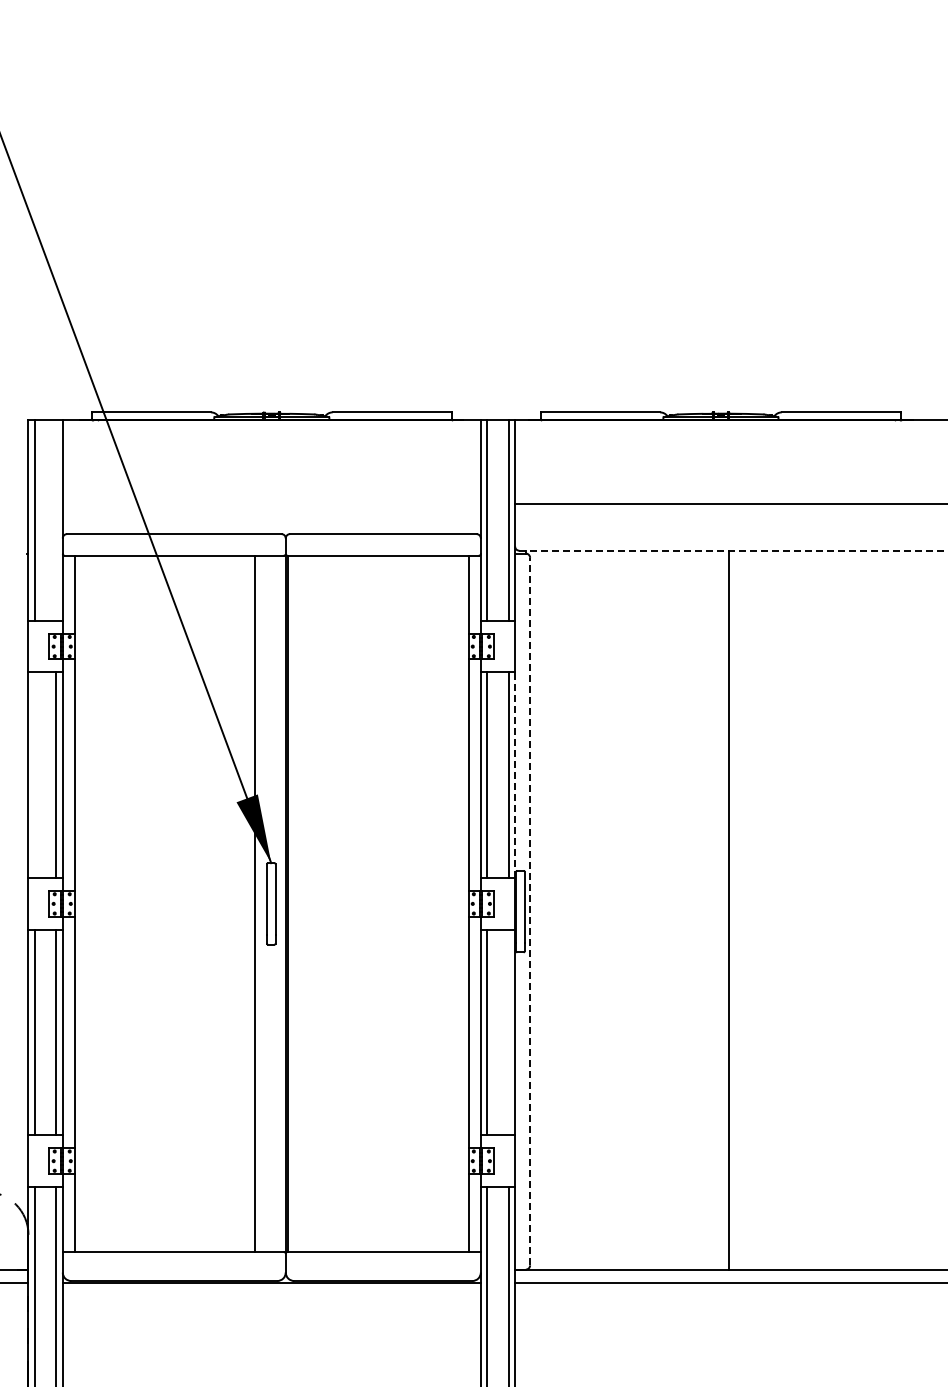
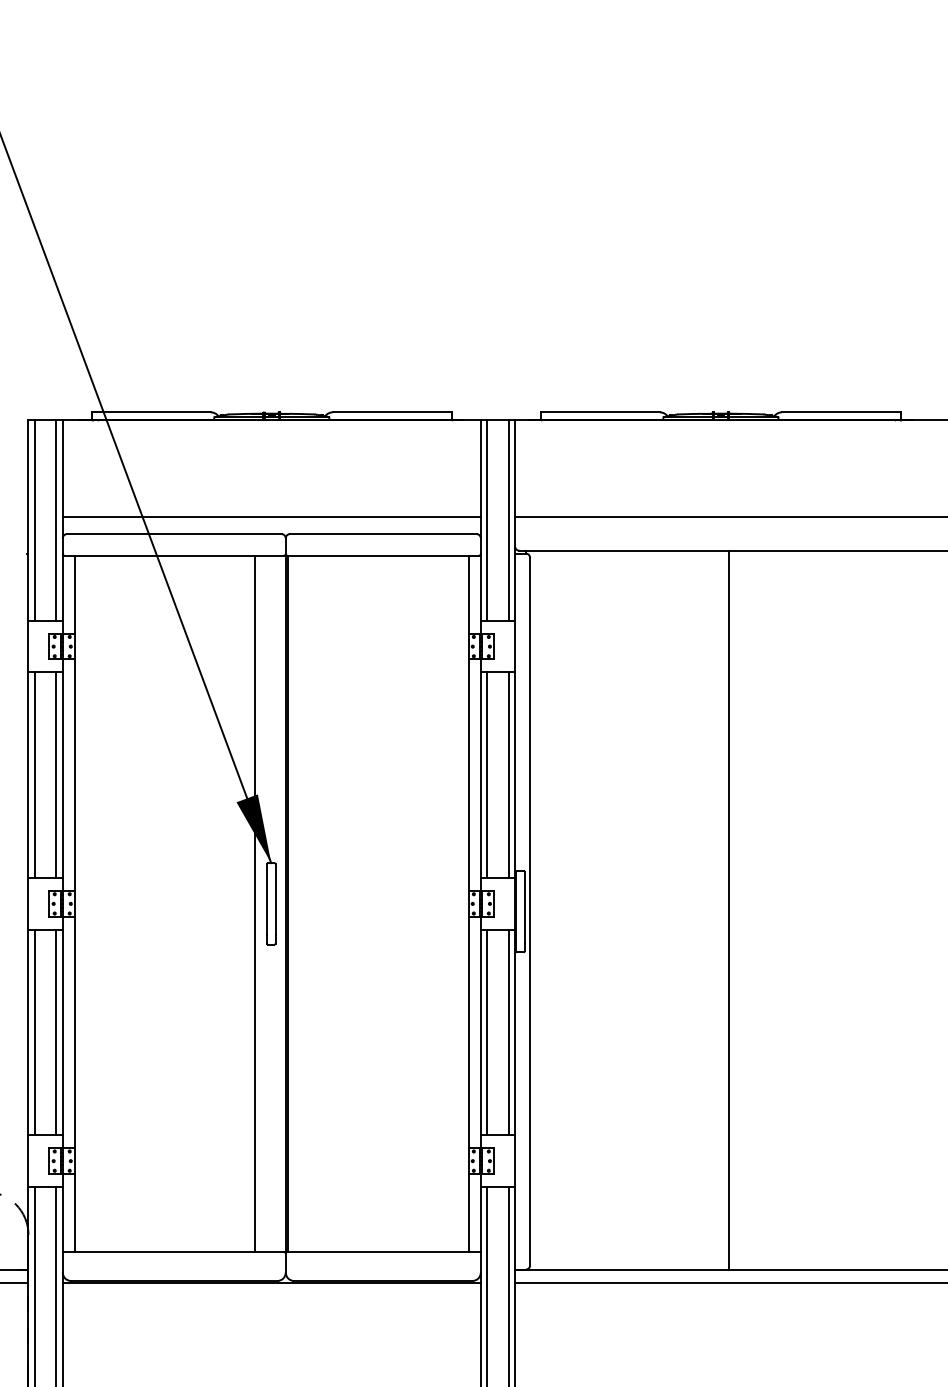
line at (729, 503) position: (729, 503) -> (729, 516)
line at (271, 517): none -> present
line at (56, 520): none -> present
line at (733, 550): dashed -> solid
line at (34, 775): none -> present
line at (515, 775): dashed -> solid
line at (530, 911): dashed -> solid
line at (508, 1032): none -> present
